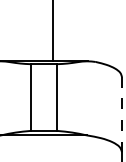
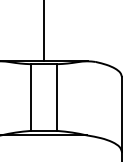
line at (52, 31) position: (52, 31) -> (43, 31)
line at (121, 114): dashed -> solid
